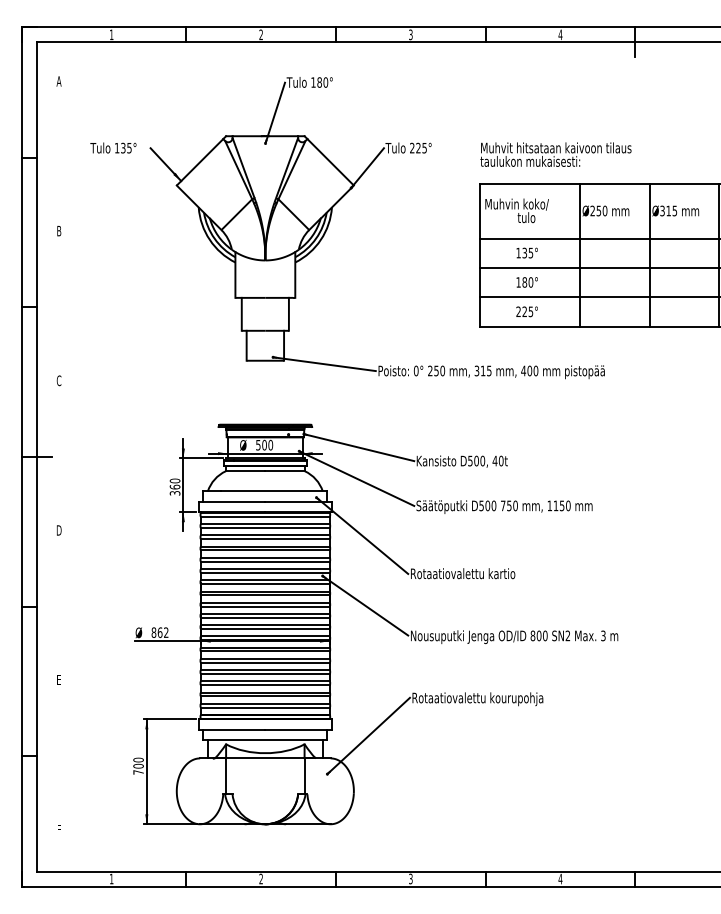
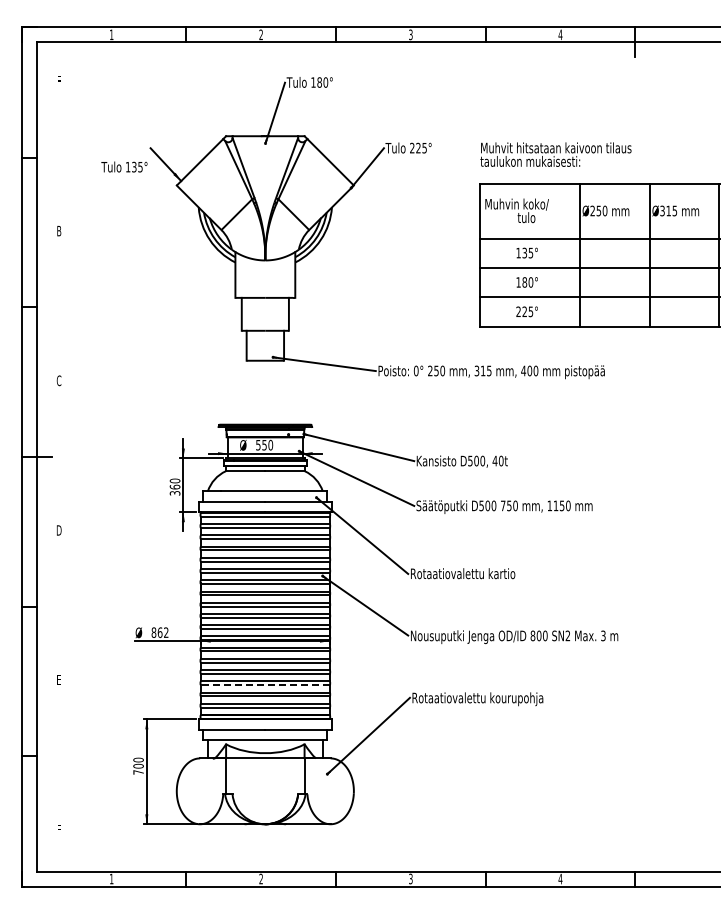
text at (58, 81): A -> F
text at (113, 147) position: (113, 147) -> (124, 166)
text at (264, 444): 500 -> 550
line at (265, 685): solid -> dashed
